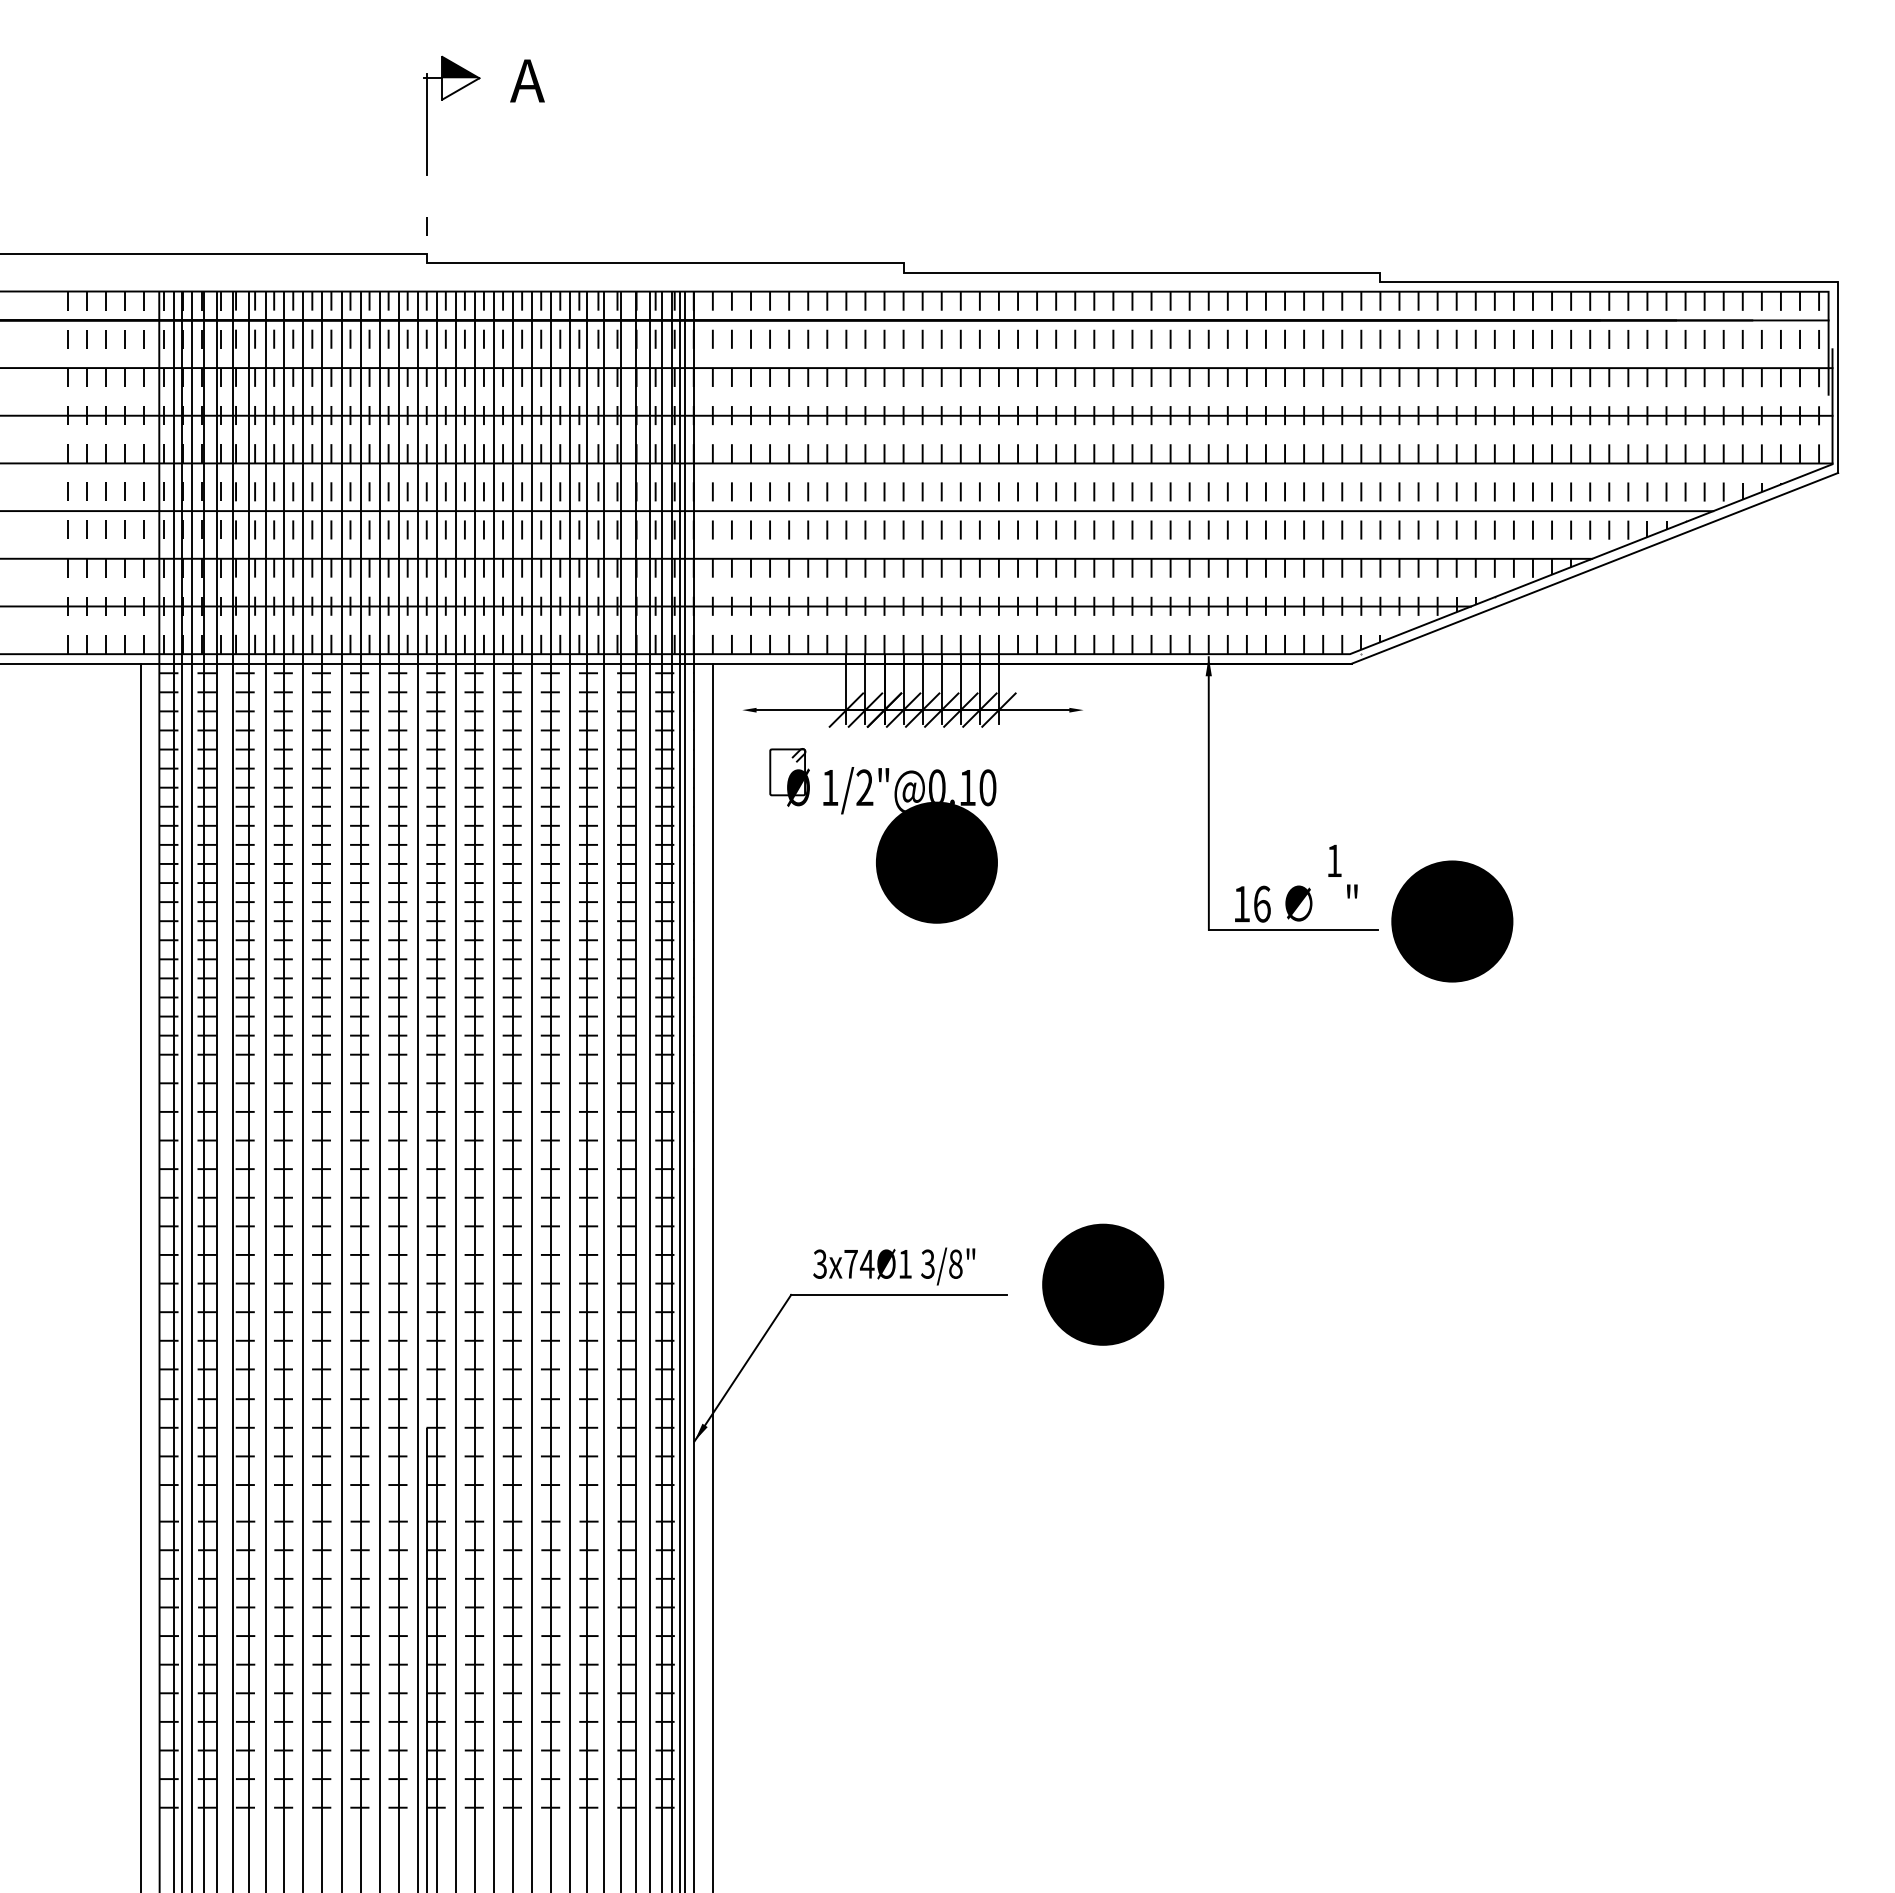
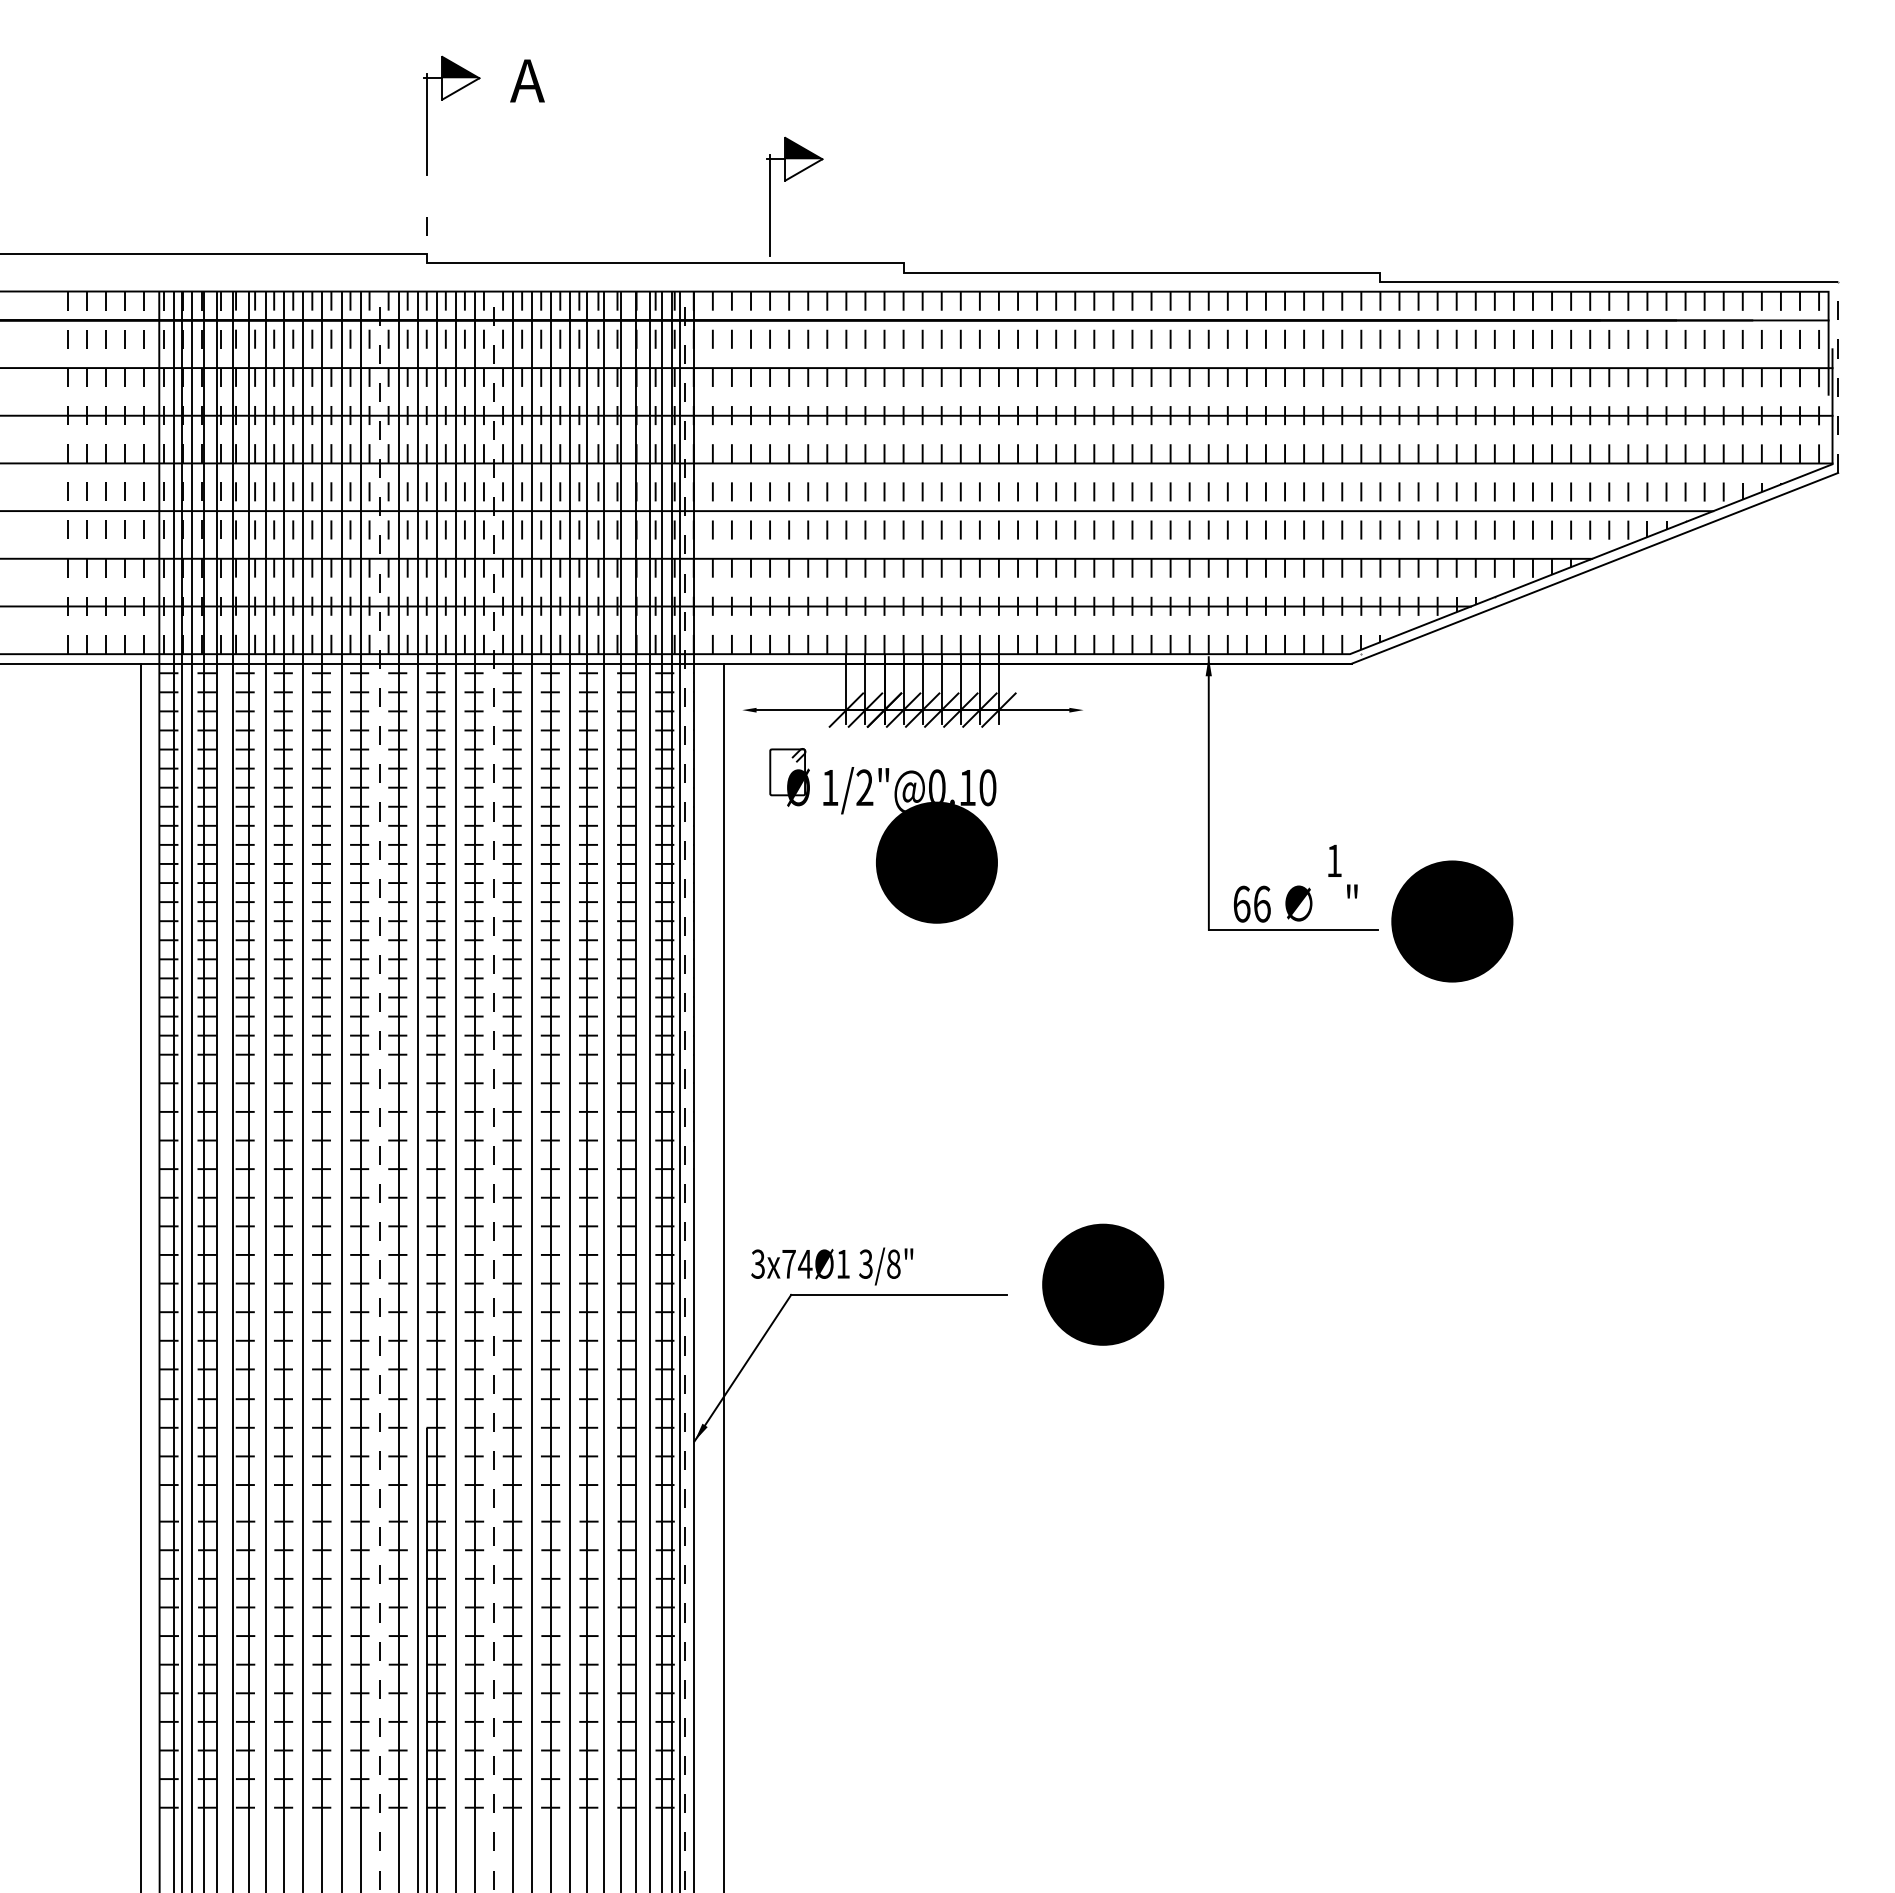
part at (786, 181): none -> present
line at (1838, 377): solid -> dashed
text at (1241, 903): 16 -> 66
line at (379, 1091): solid -> dashed
line at (494, 1091): solid -> dashed
line at (685, 1091): solid -> dashed
text at (894, 1266) position: (894, 1266) -> (832, 1266)
line at (712, 1276) position: (712, 1276) -> (723, 1276)
